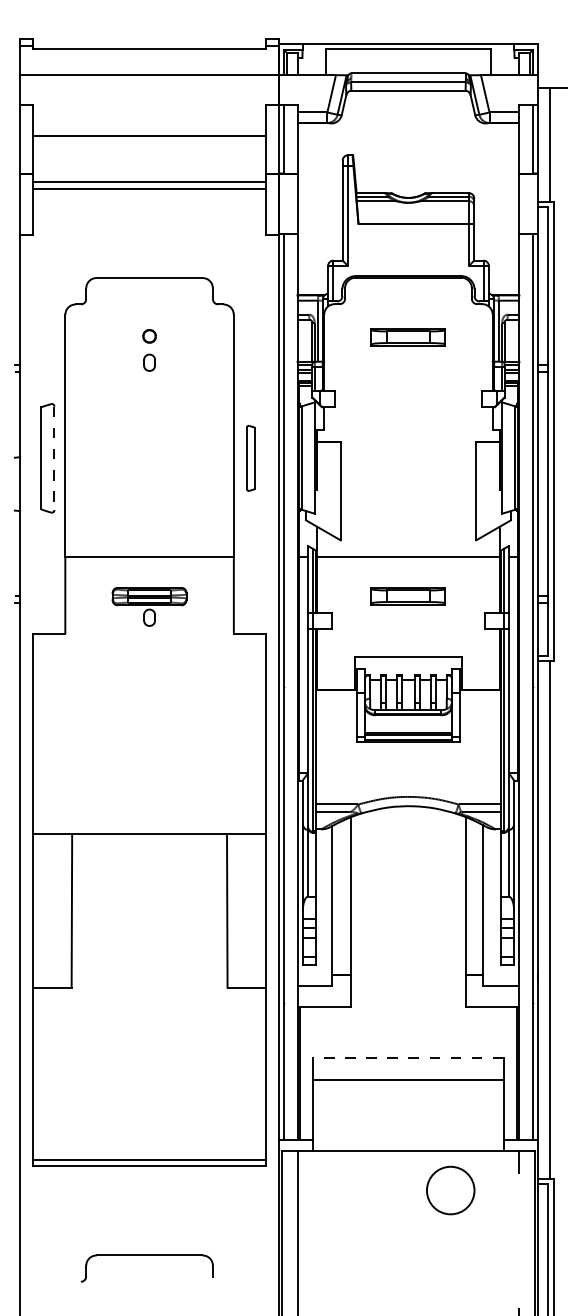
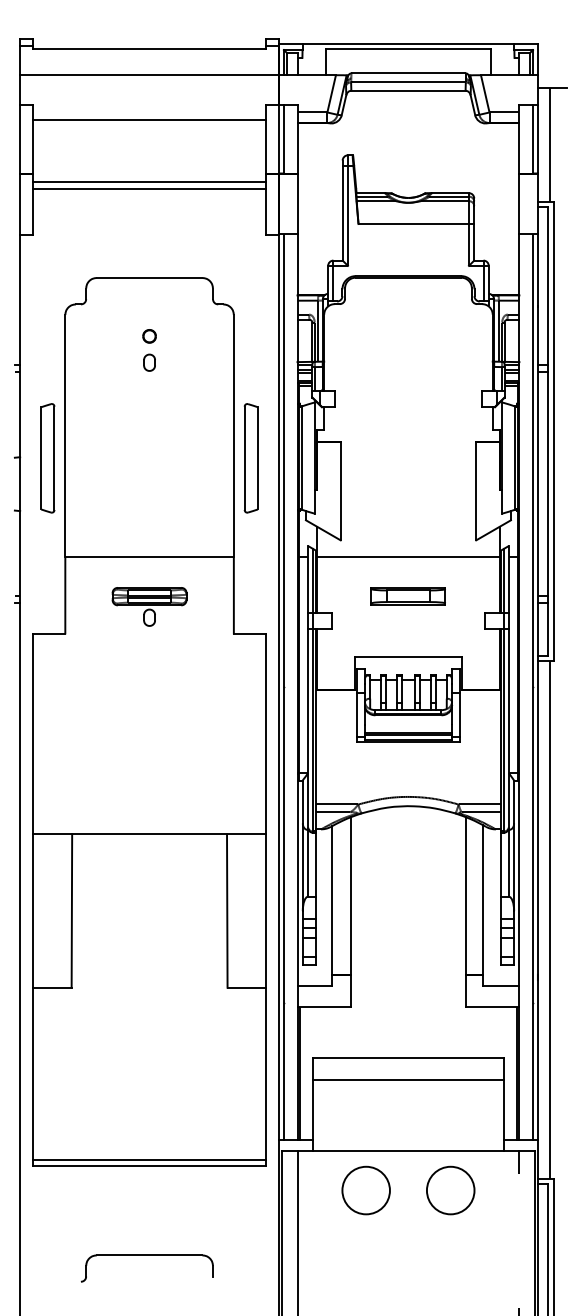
line at (149, 135) position: (149, 135) -> (149, 119)
part at (407, 337): present -> none
part at (250, 457) size: 10x68 px -> 16x111 px
line at (54, 458): dashed -> solid
line at (407, 1058): dashed -> solid
circle at (365, 1190): none -> present
